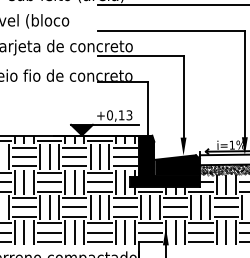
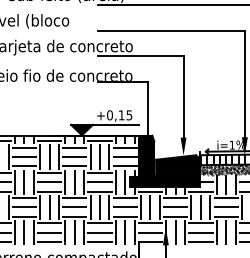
text at (129, 114): +0,13 -> +0,15
hatch at (222, 159): none -> present
